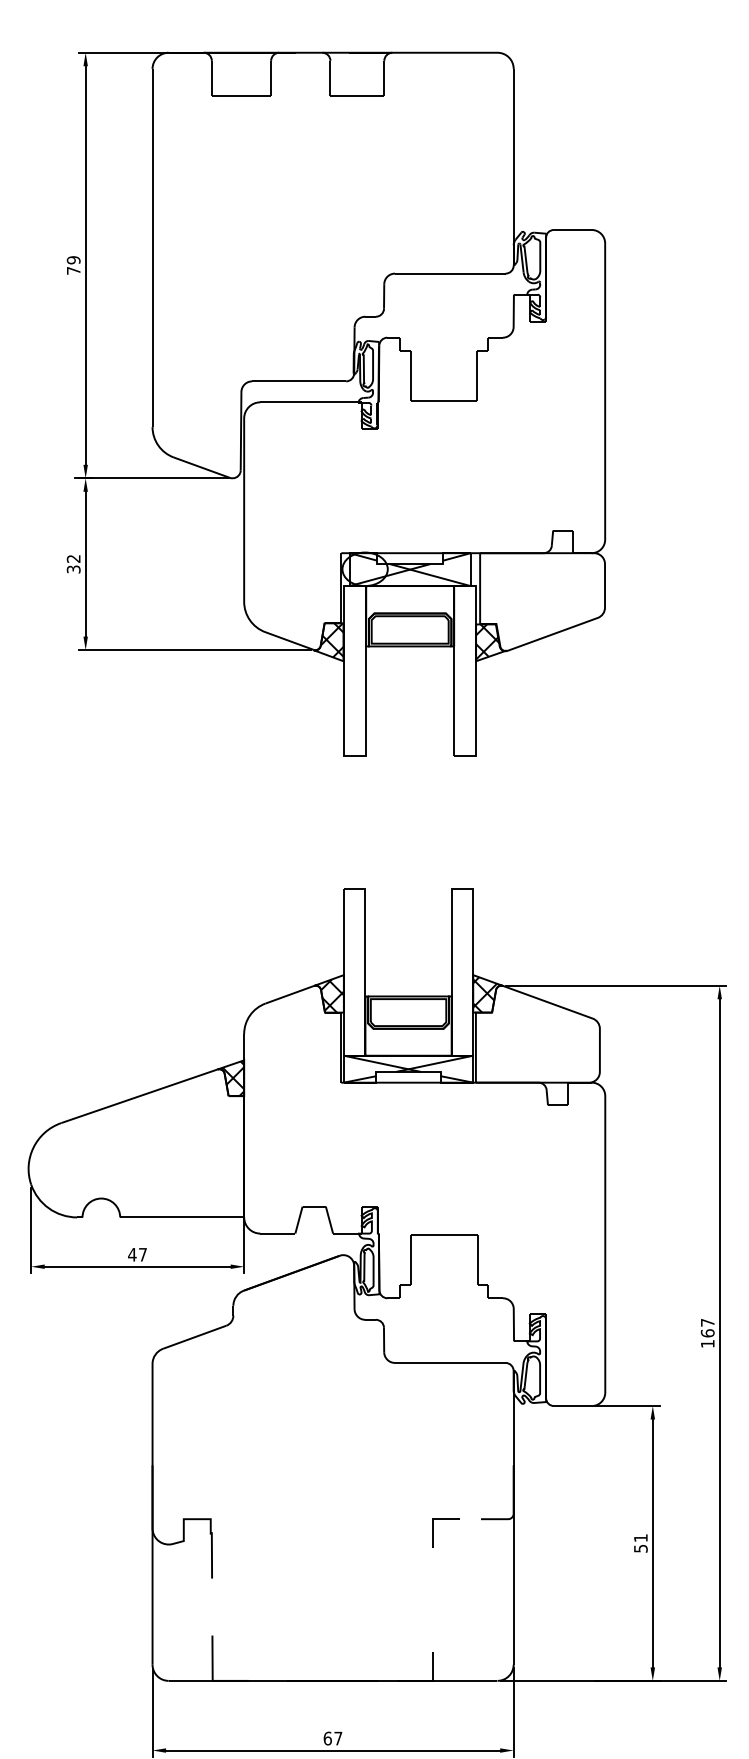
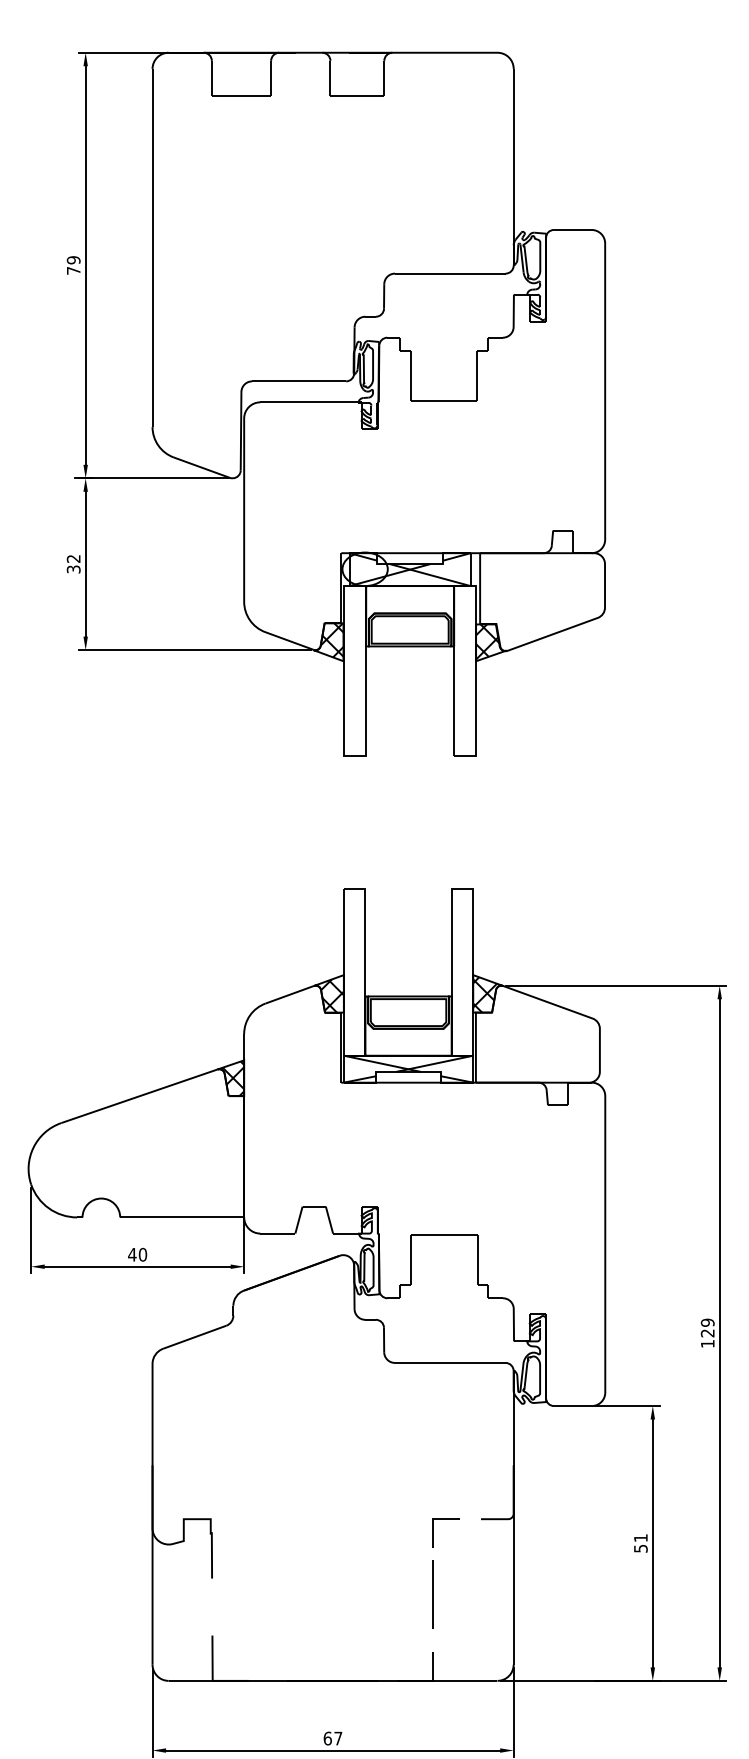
text at (142, 1254): 47 -> 40
text at (707, 1327): 167 -> 129
line at (432, 1594): none -> present
